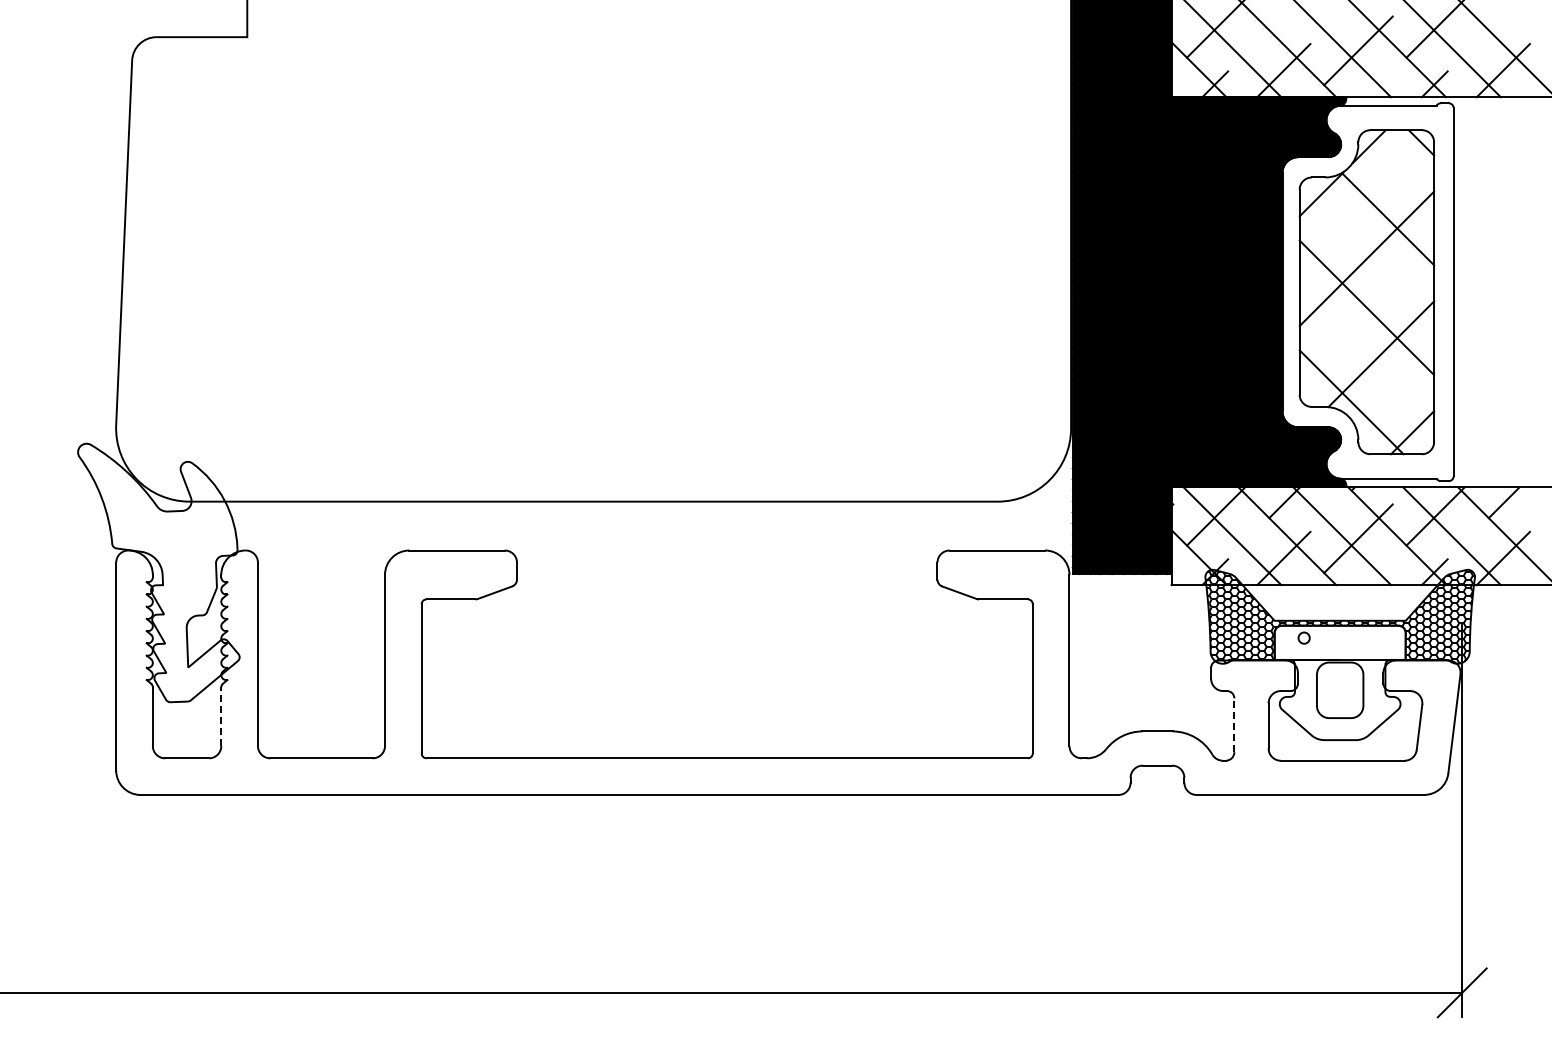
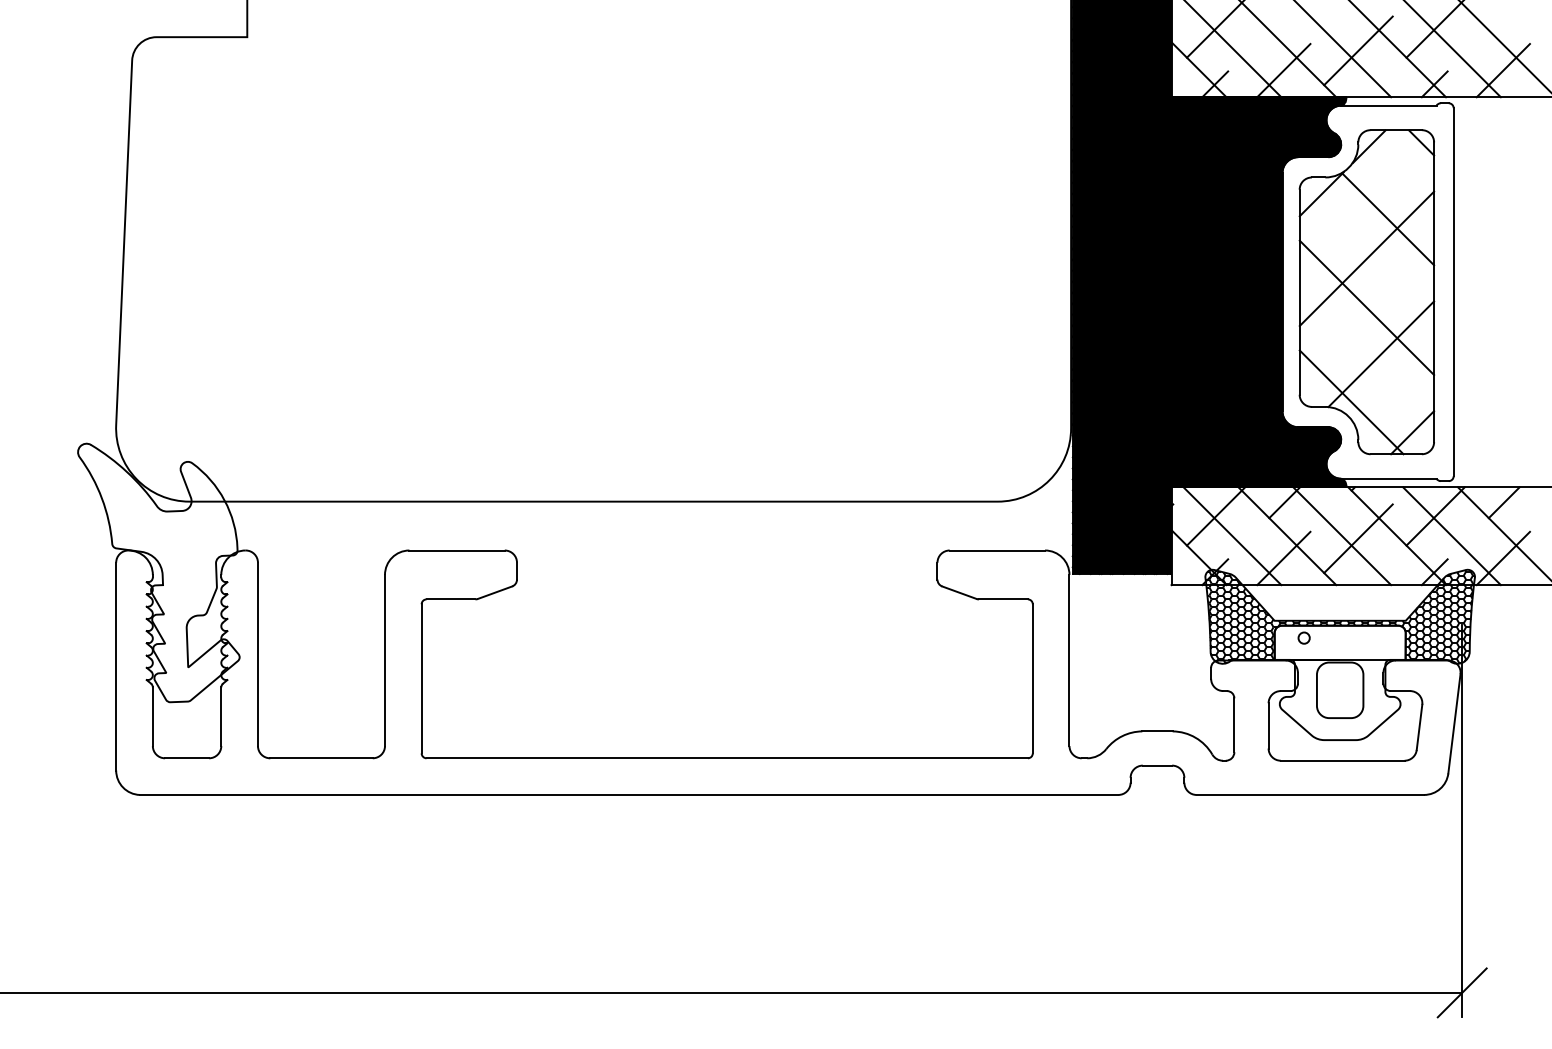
line at (221, 716): dashed -> solid
line at (1234, 725): dashed -> solid
